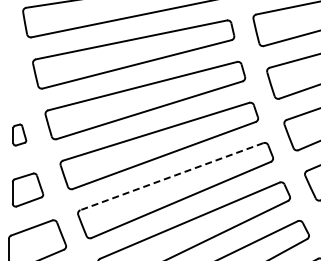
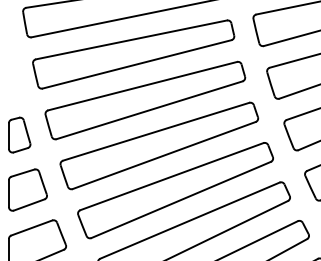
part at (19, 134) size: 16x24 px -> 24x38 px
line at (171, 176): dashed -> solid
part at (27, 189) size: 34x36 px -> 40x44 px
